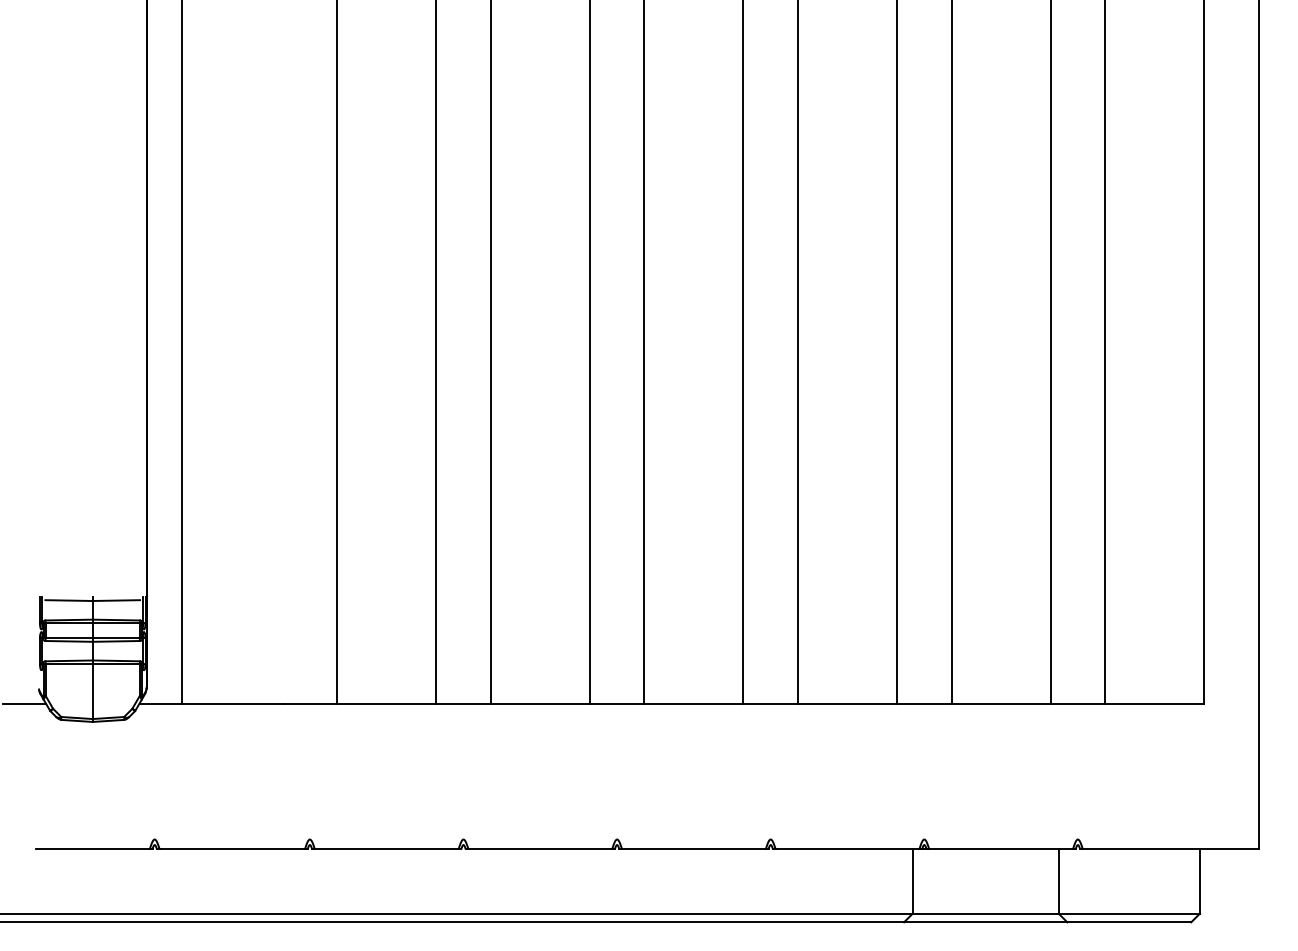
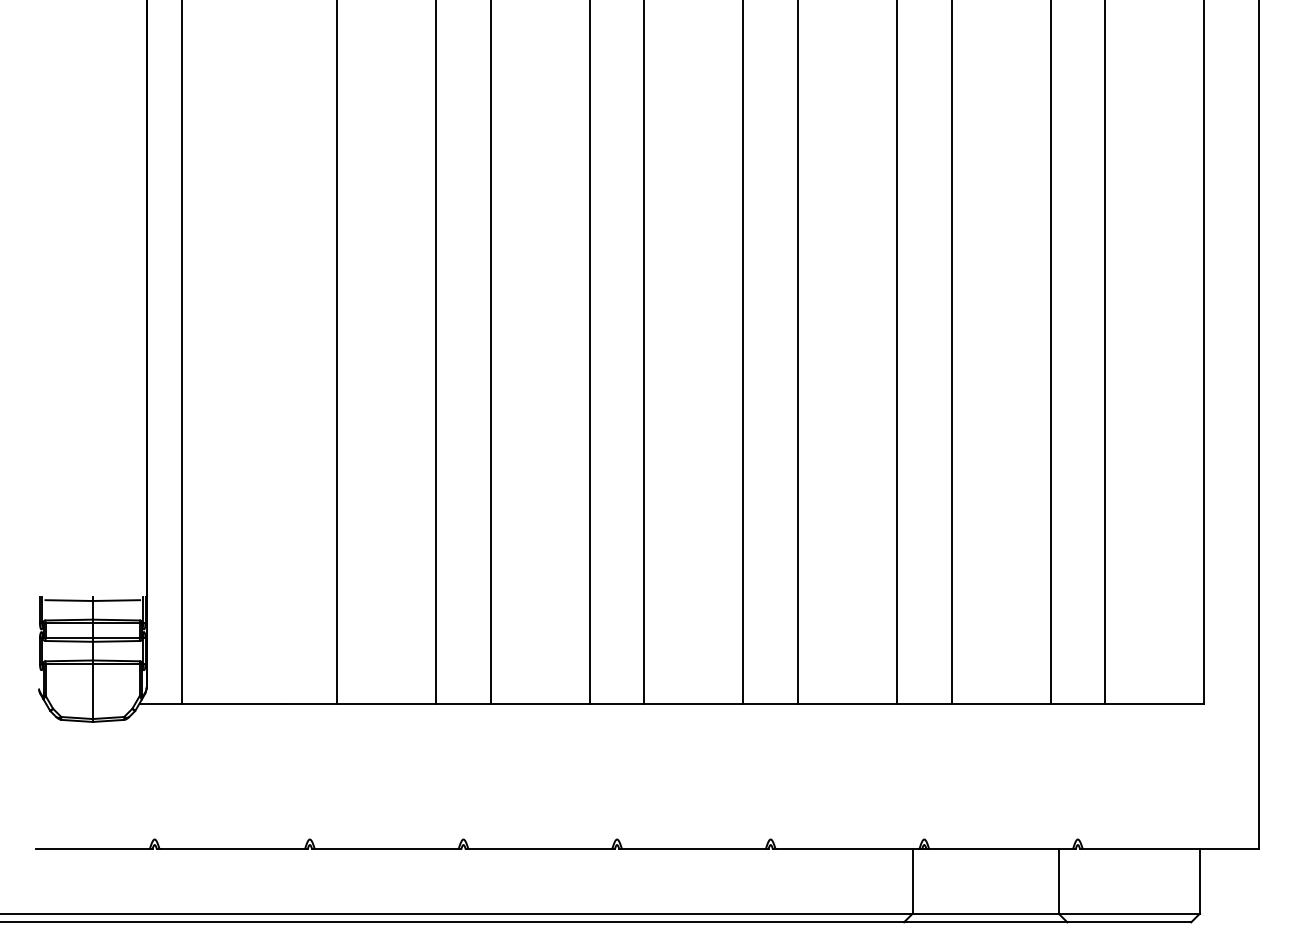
line at (24, 703): present -> none
